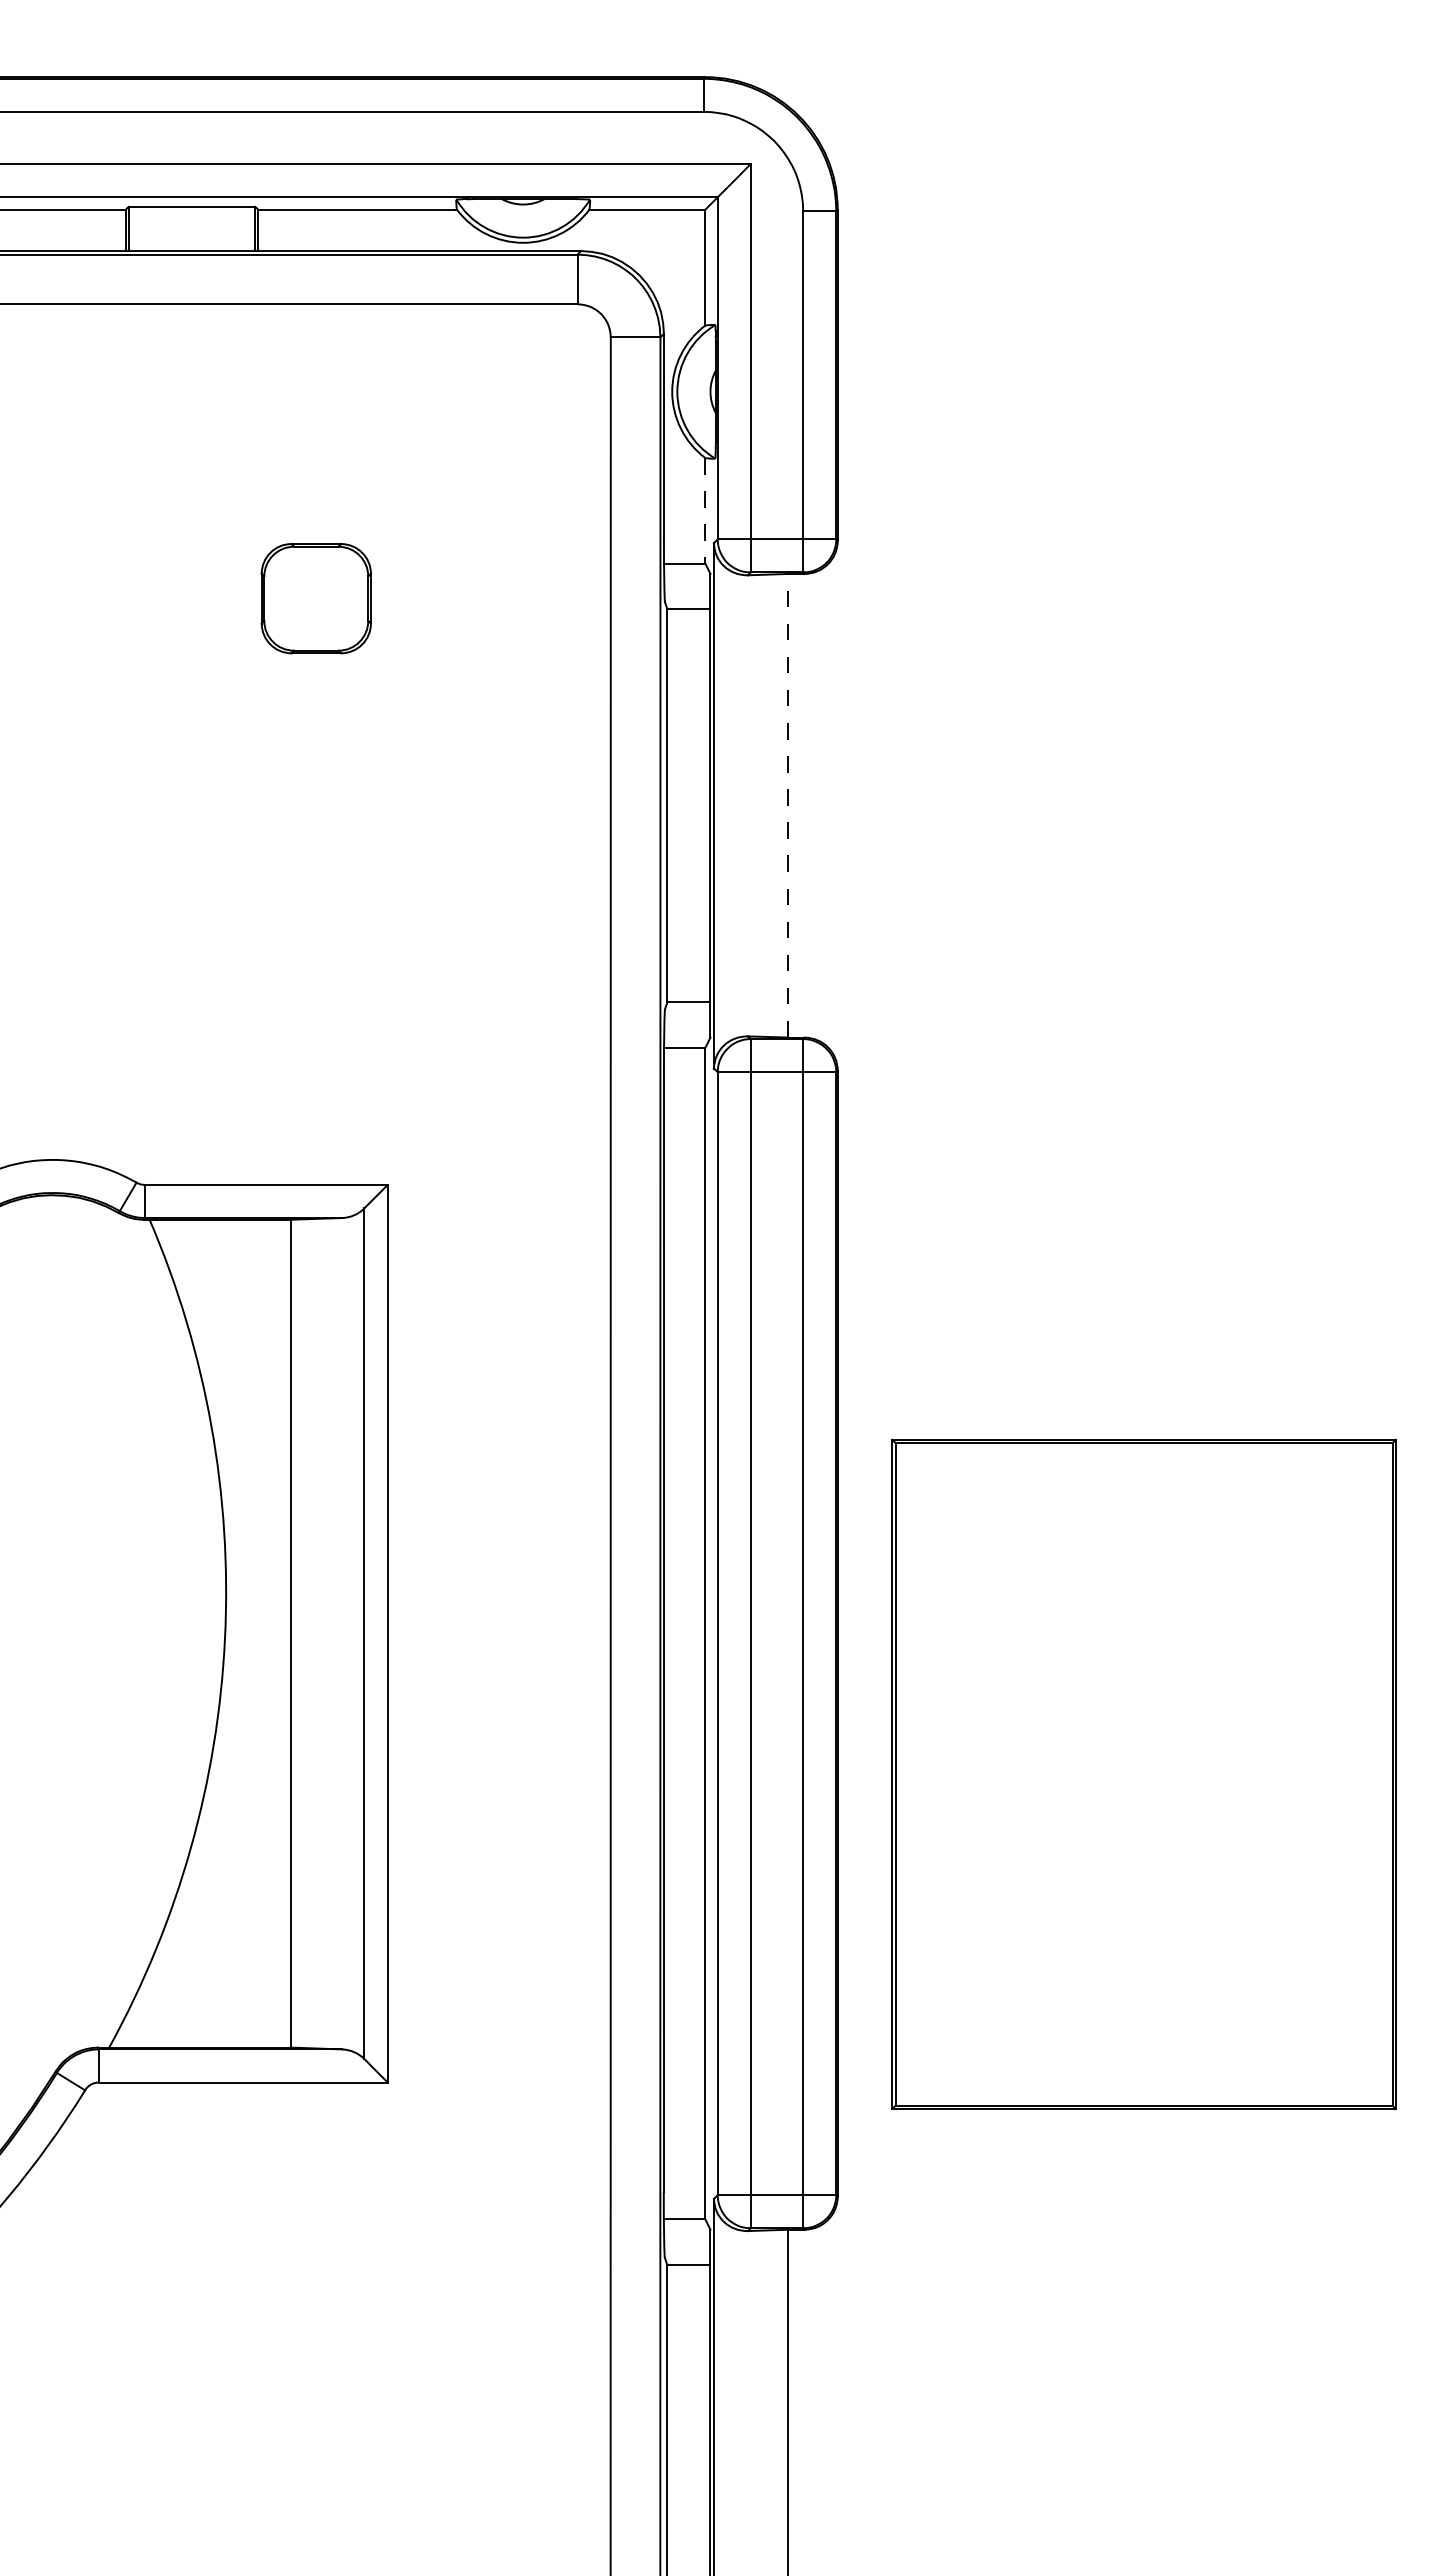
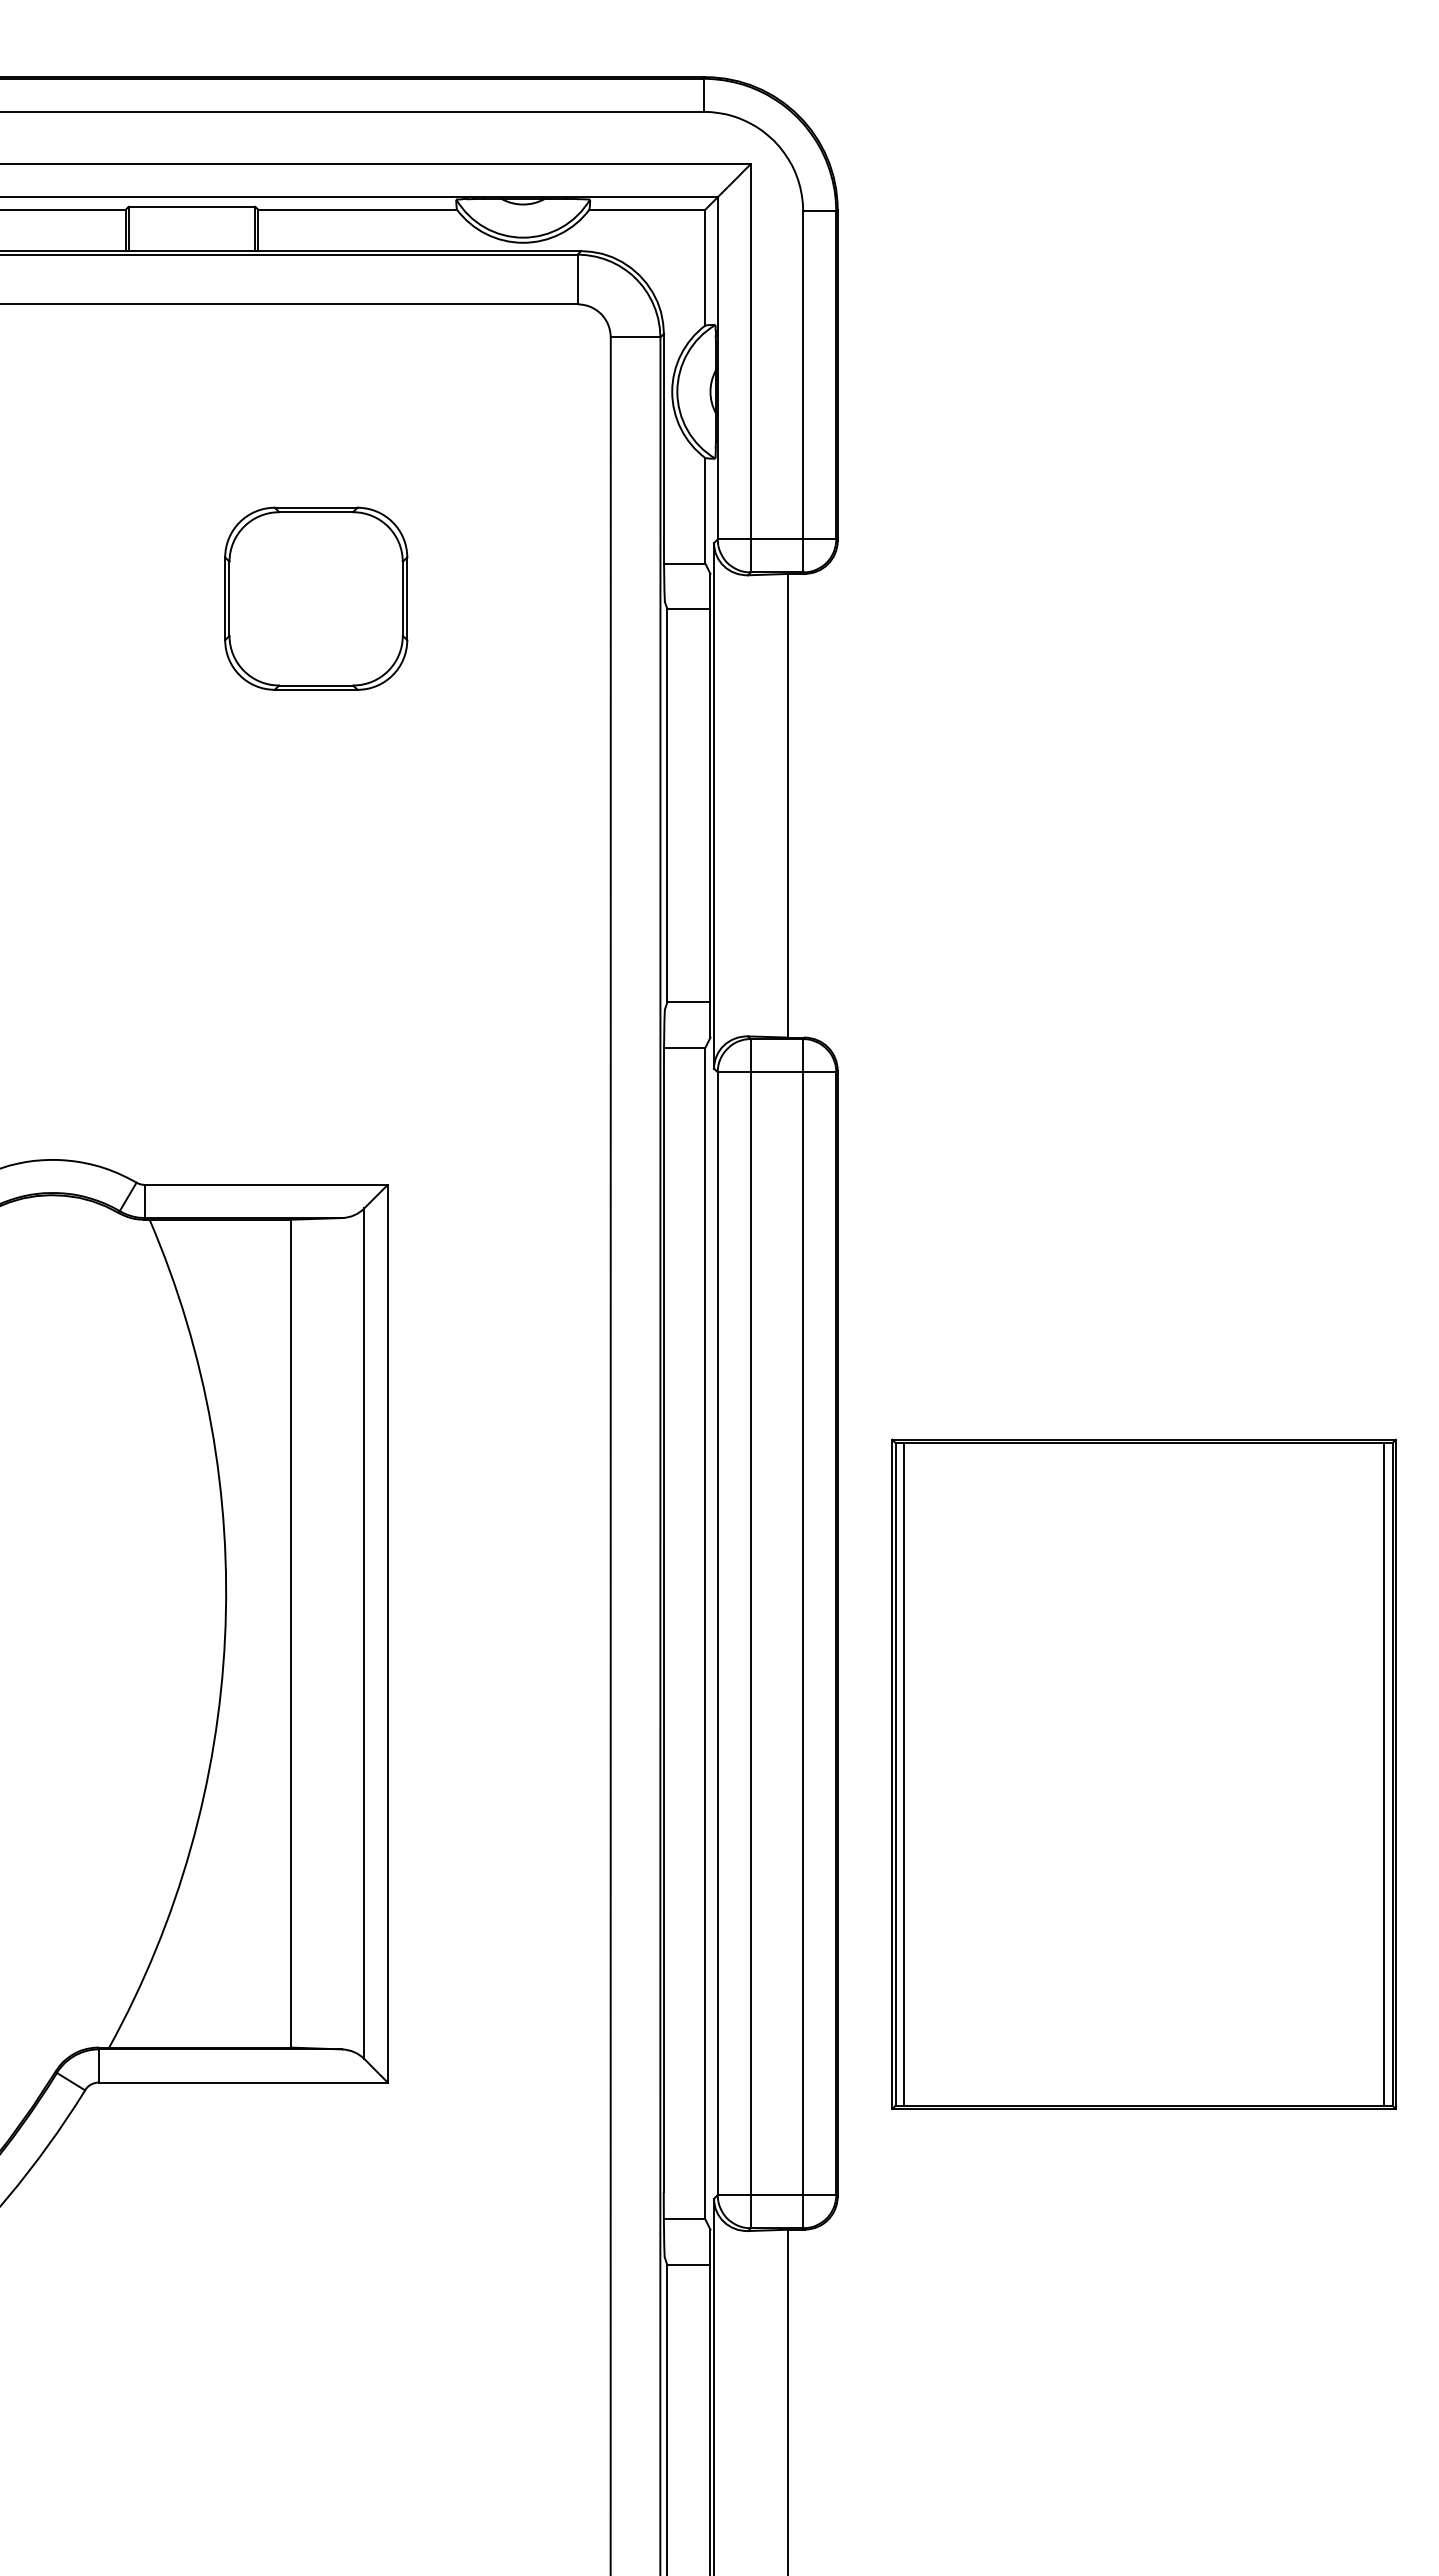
line at (705, 510): dashed -> solid
part at (316, 598) size: 113x112 px -> 185x185 px
line at (788, 805): dashed -> solid
line at (904, 1774): none -> present
line at (1384, 1774): none -> present
